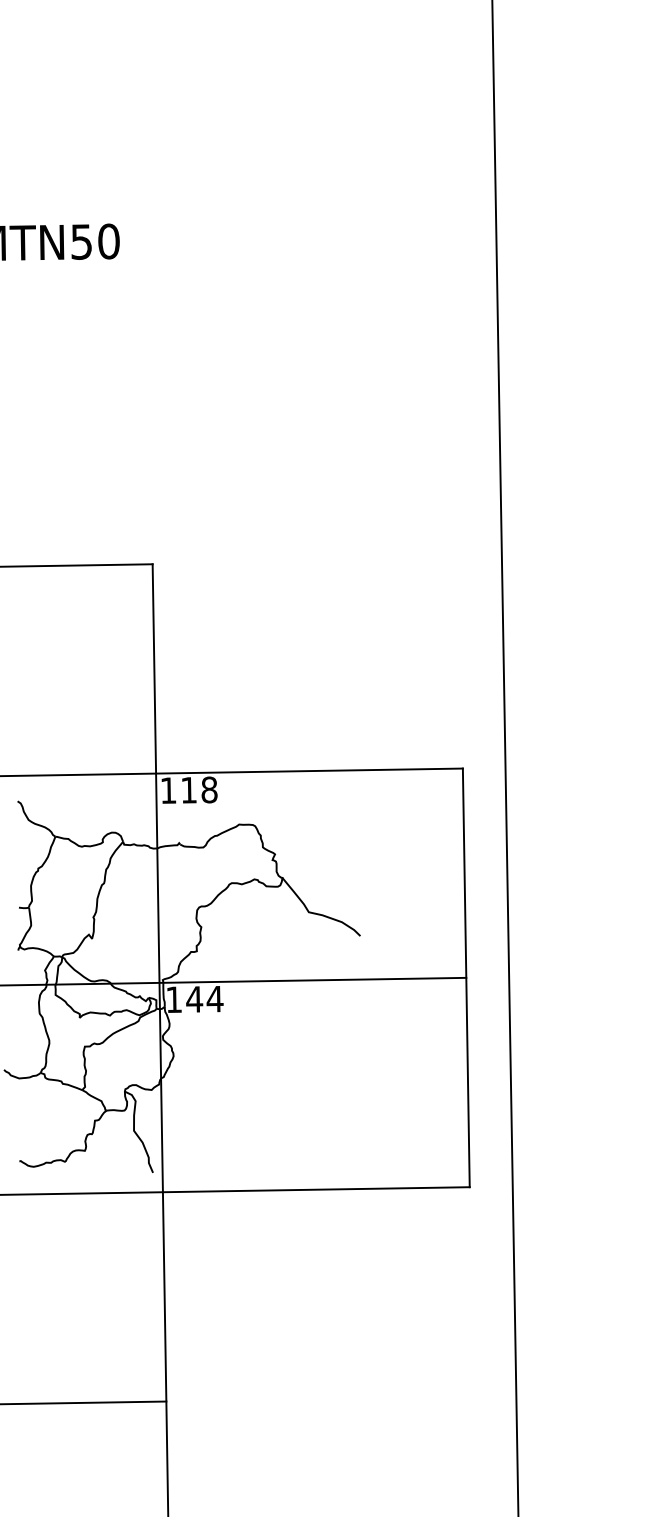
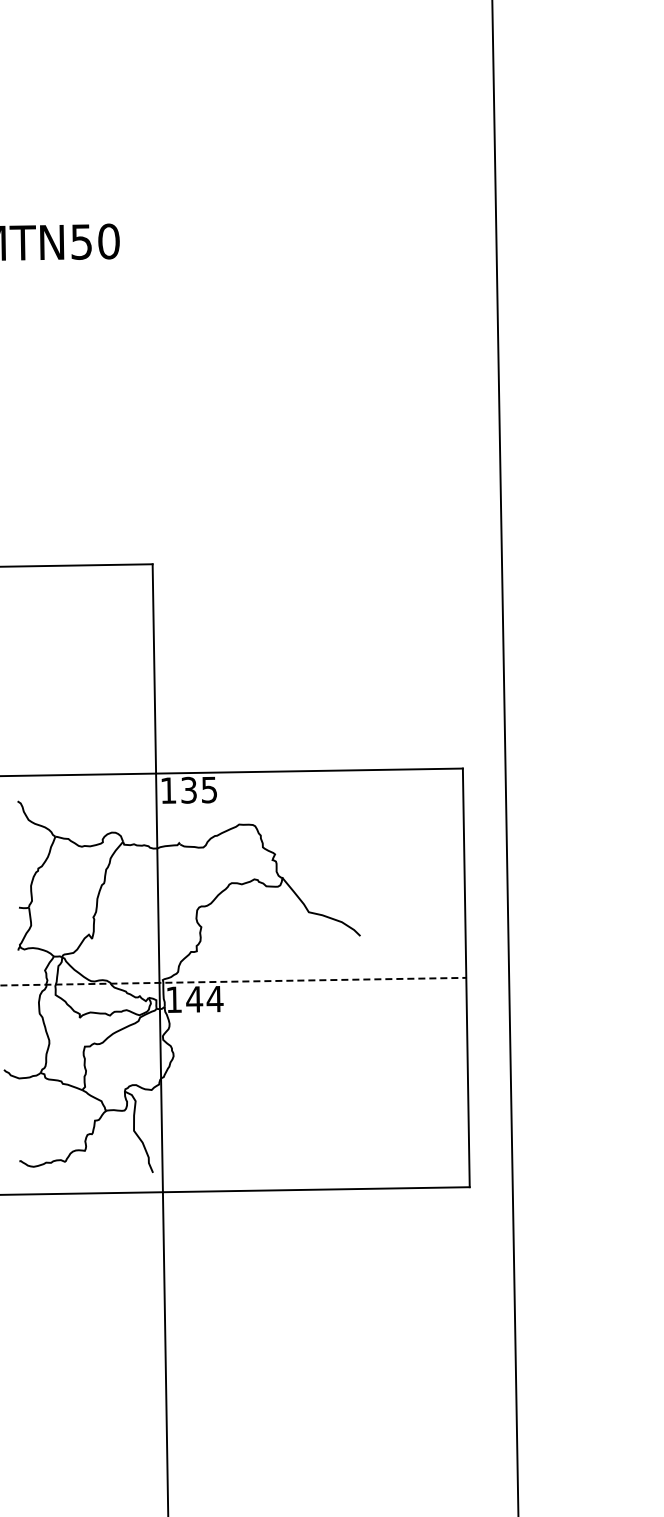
text at (199, 789): 118 -> 135
line at (233, 981): solid -> dashed
line at (84, 1402): present -> none
